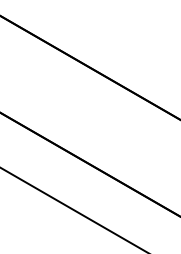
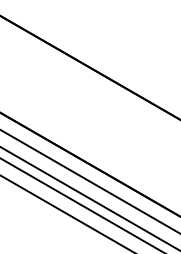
line at (89, 181): none -> present
line at (89, 198): none -> present
line at (81, 204): none -> present
line at (73, 209) position: (73, 209) -> (66, 213)
